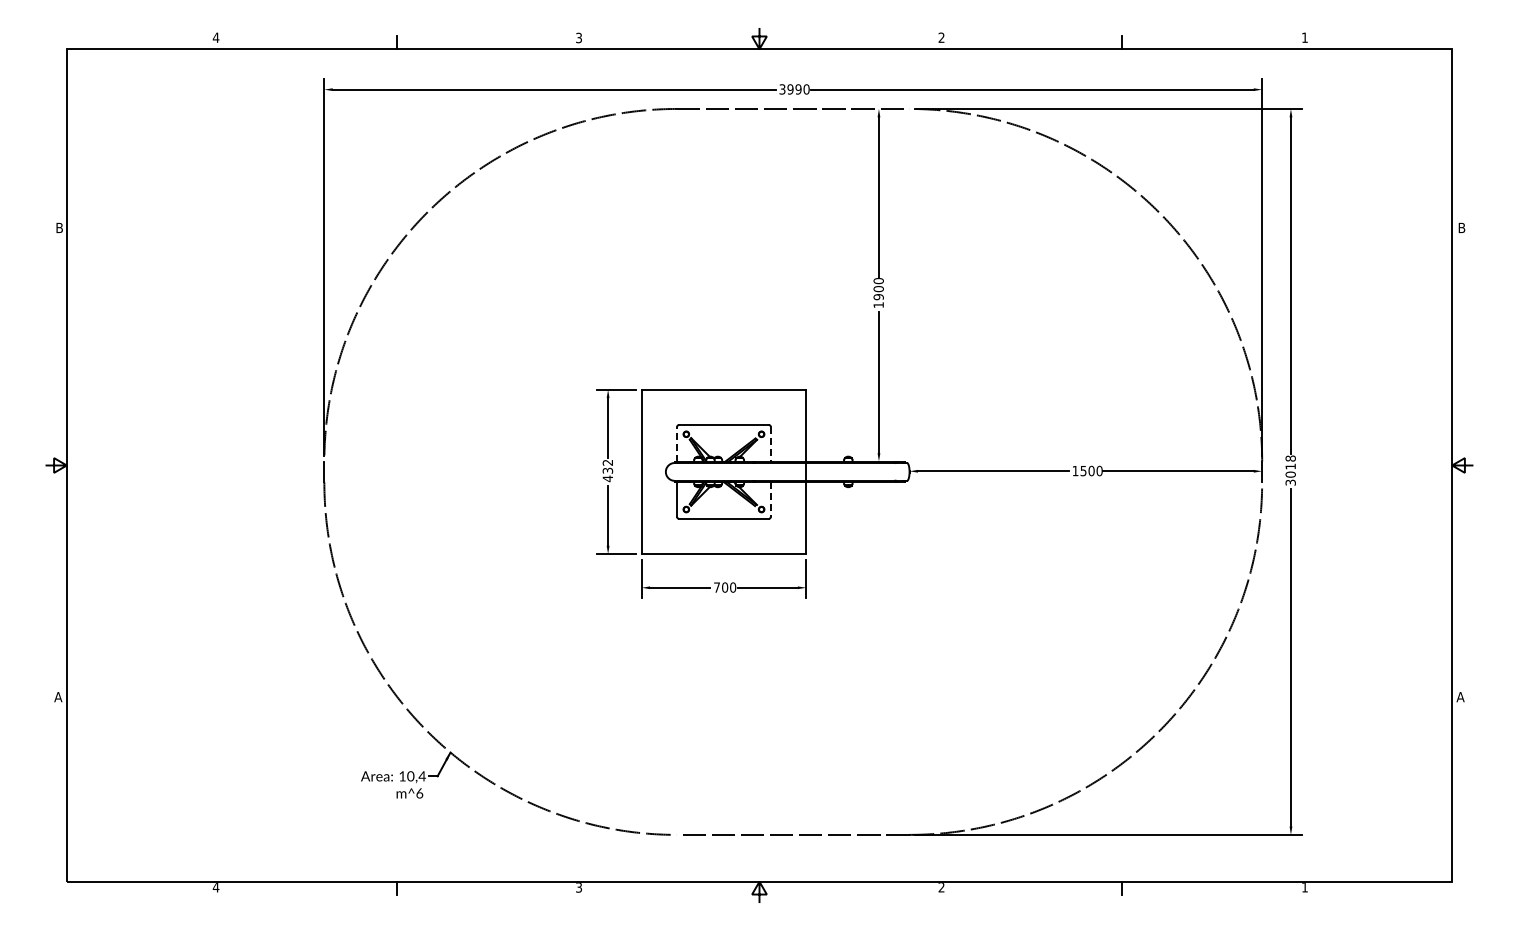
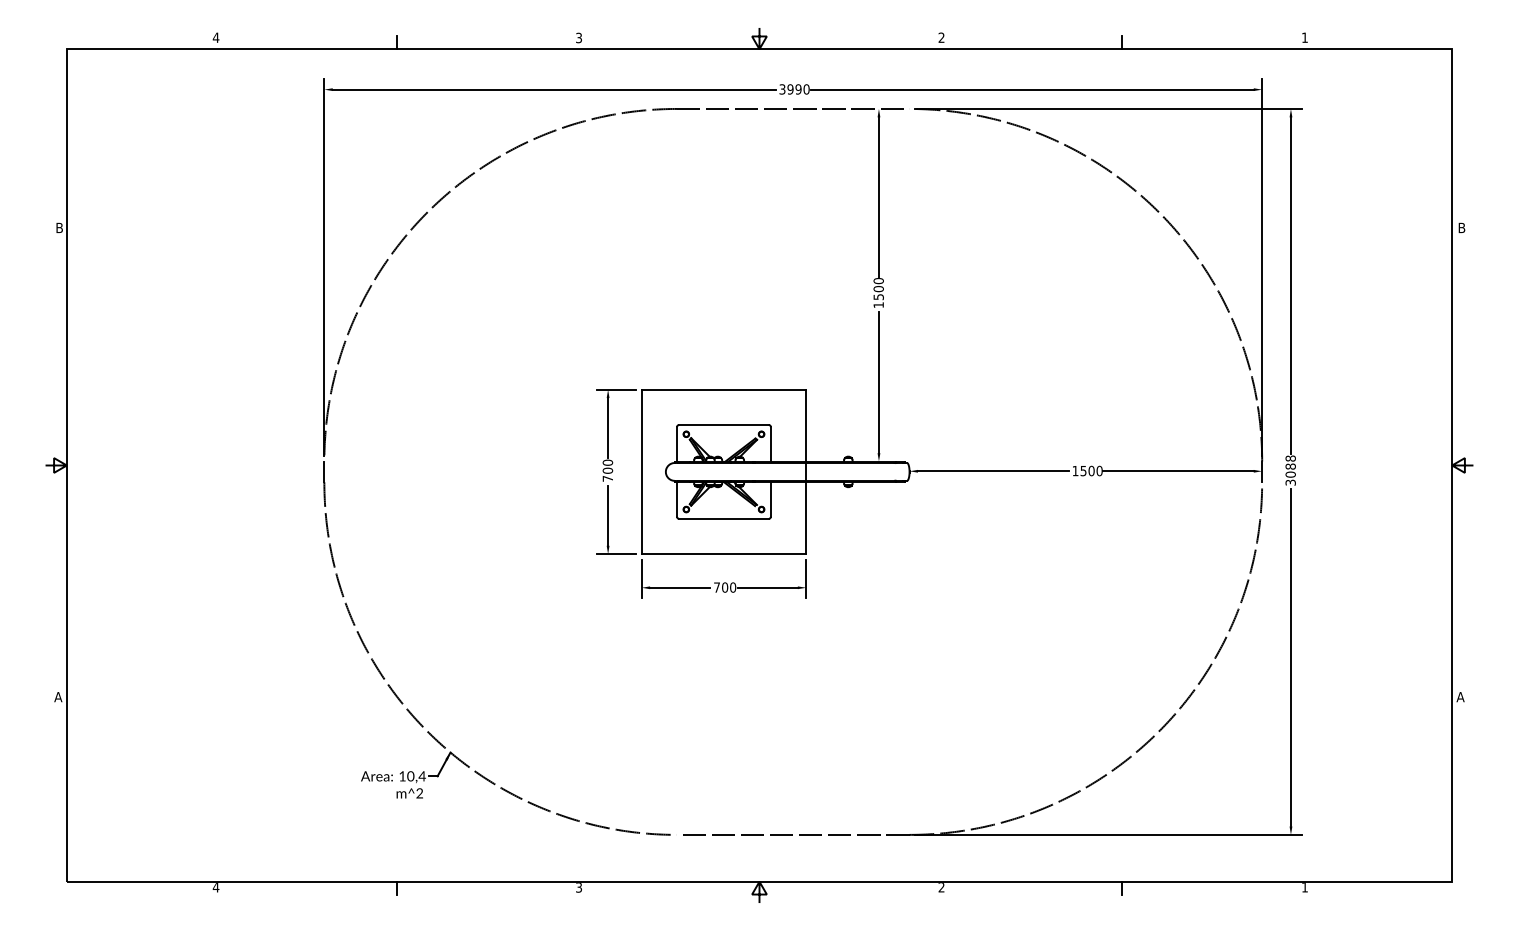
text at (878, 297): 1900 -> 1500
line at (676, 443): dashed -> solid
line at (770, 444): dashed -> solid
text at (1290, 466): 3018 -> 3088
text at (607, 470): 432 -> 700
line at (770, 499): dashed -> solid
text at (419, 793): 6 -> 2
